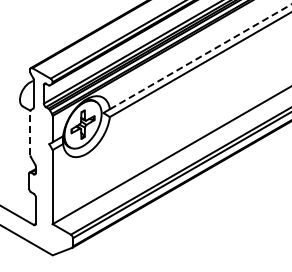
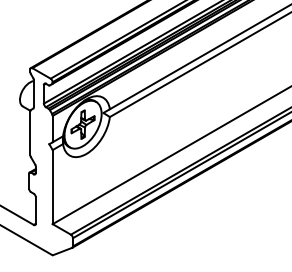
line at (200, 56): dashed -> solid
line at (30, 132): dashed -> solid
